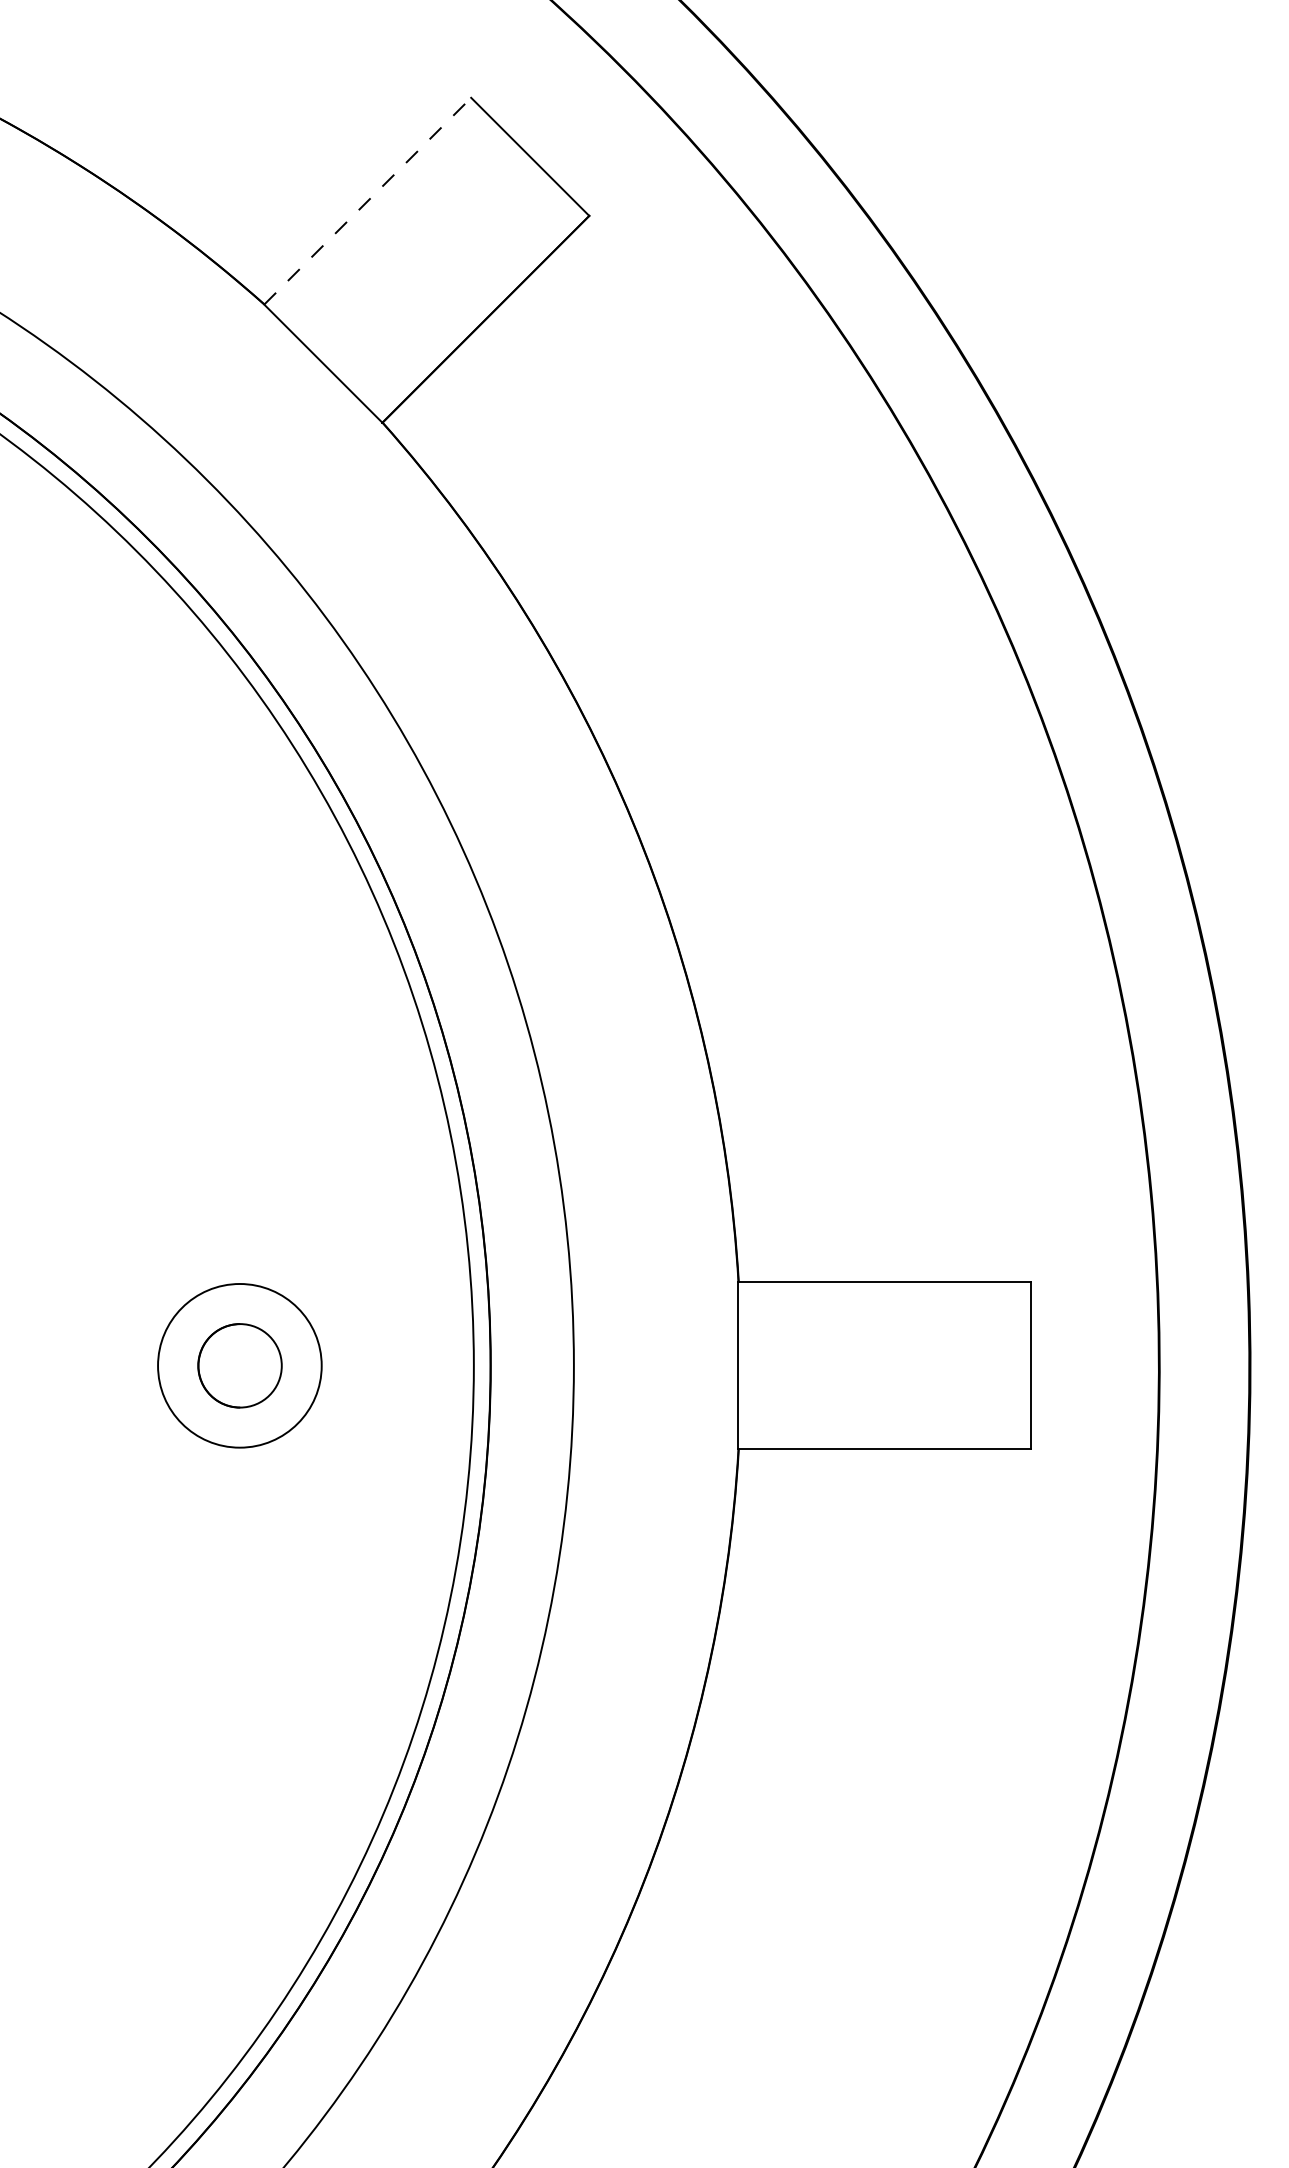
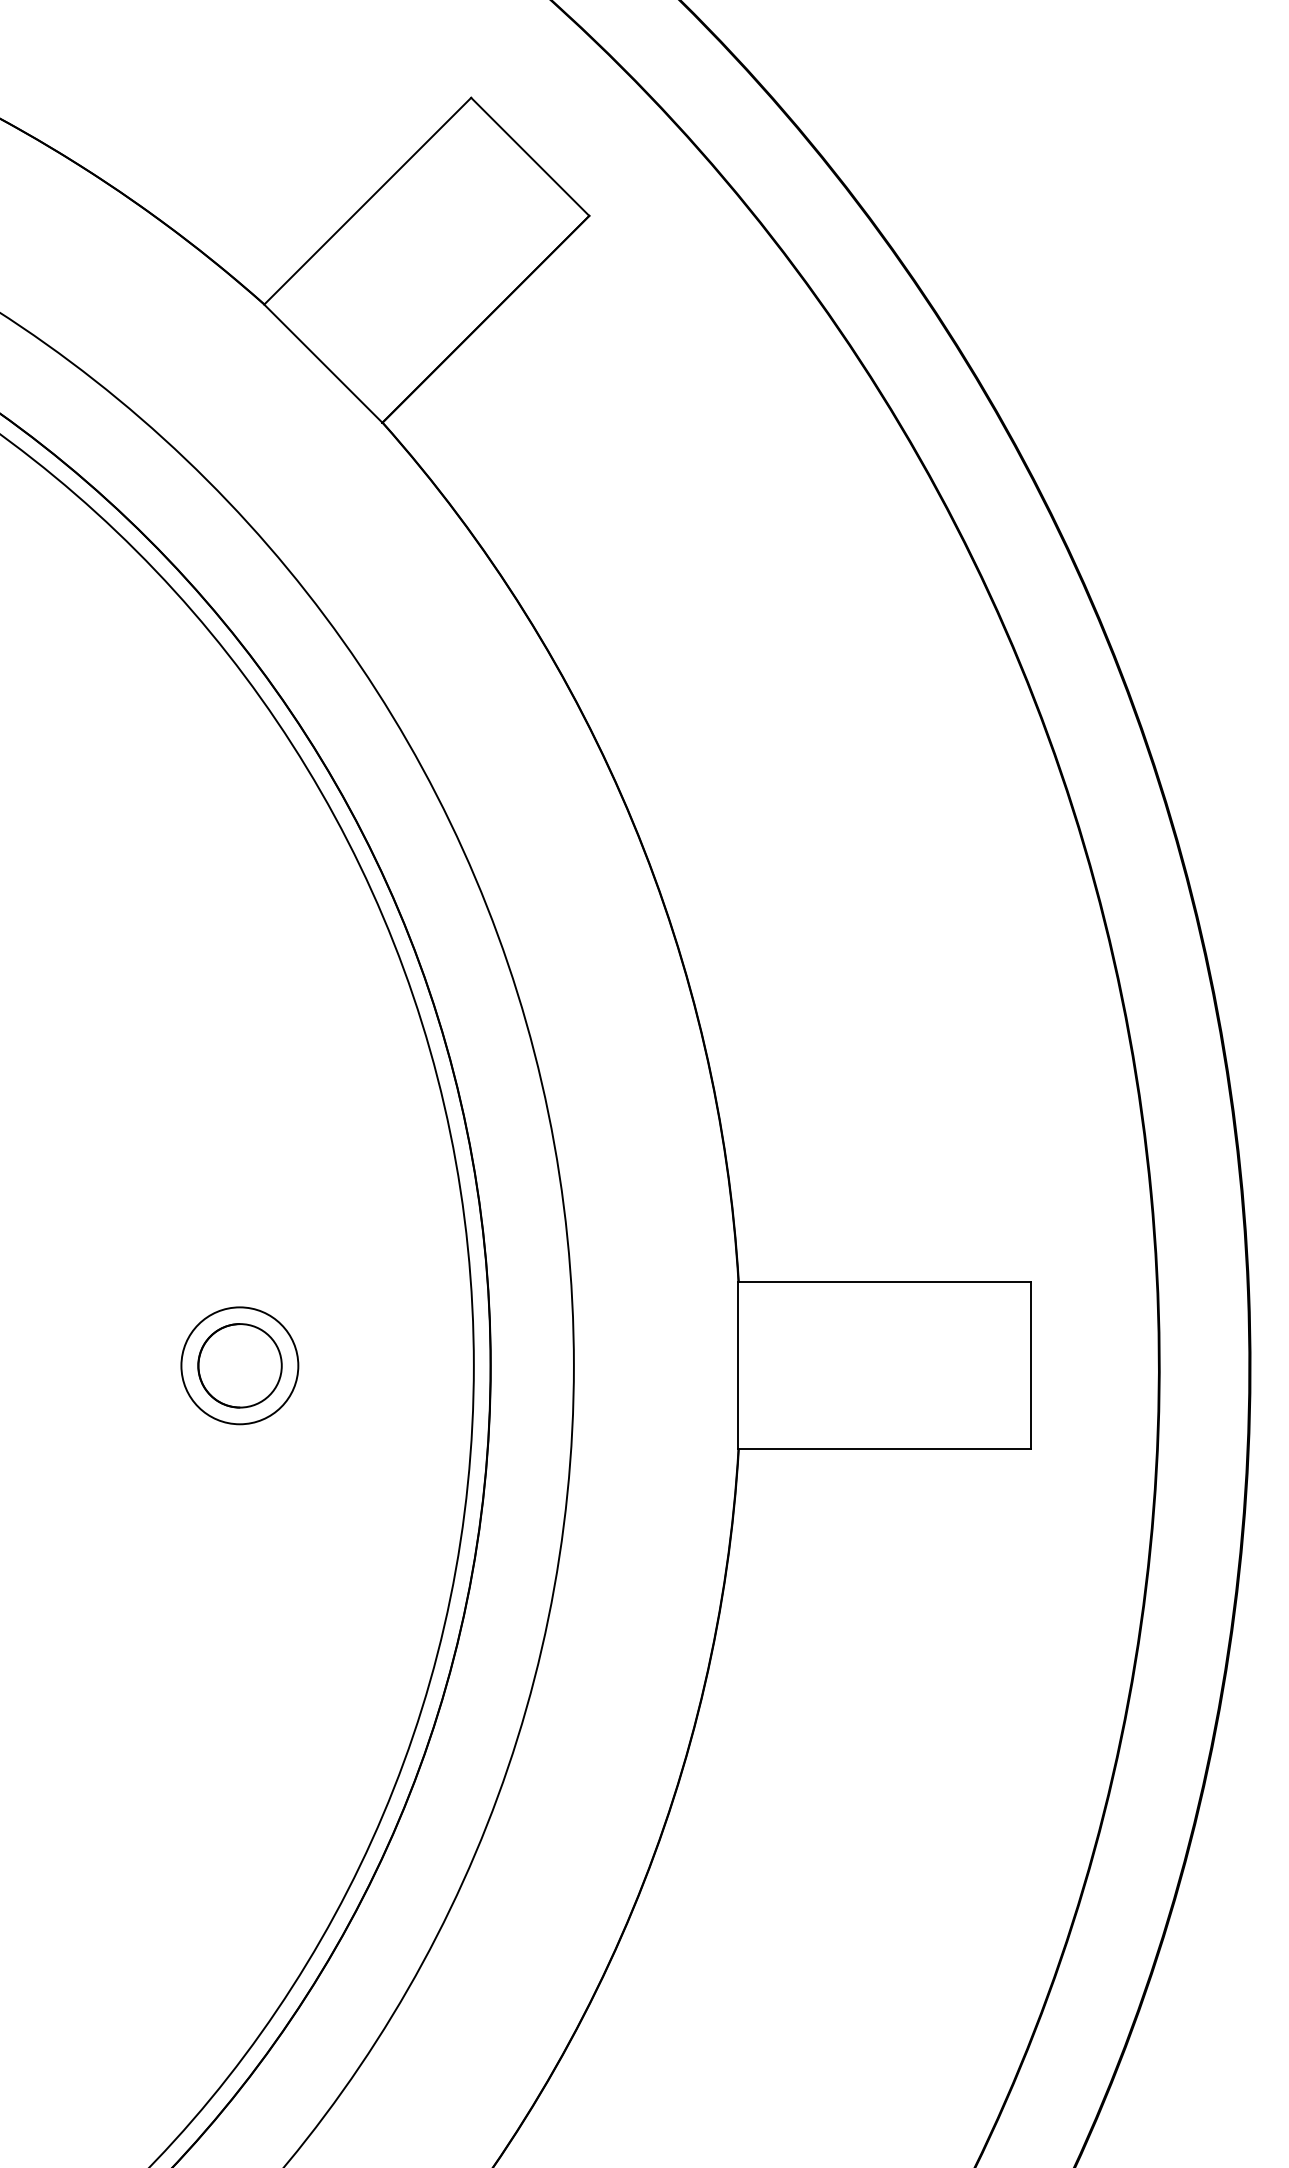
line at (368, 200): dashed -> solid
circle at (239, 1365) diameter: 164 px -> 117 px
